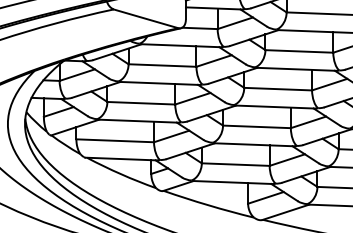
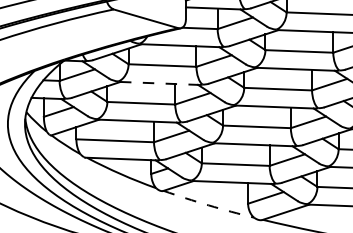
line at (159, 83): solid -> dashed
arc at (208, 205): solid -> dashed
